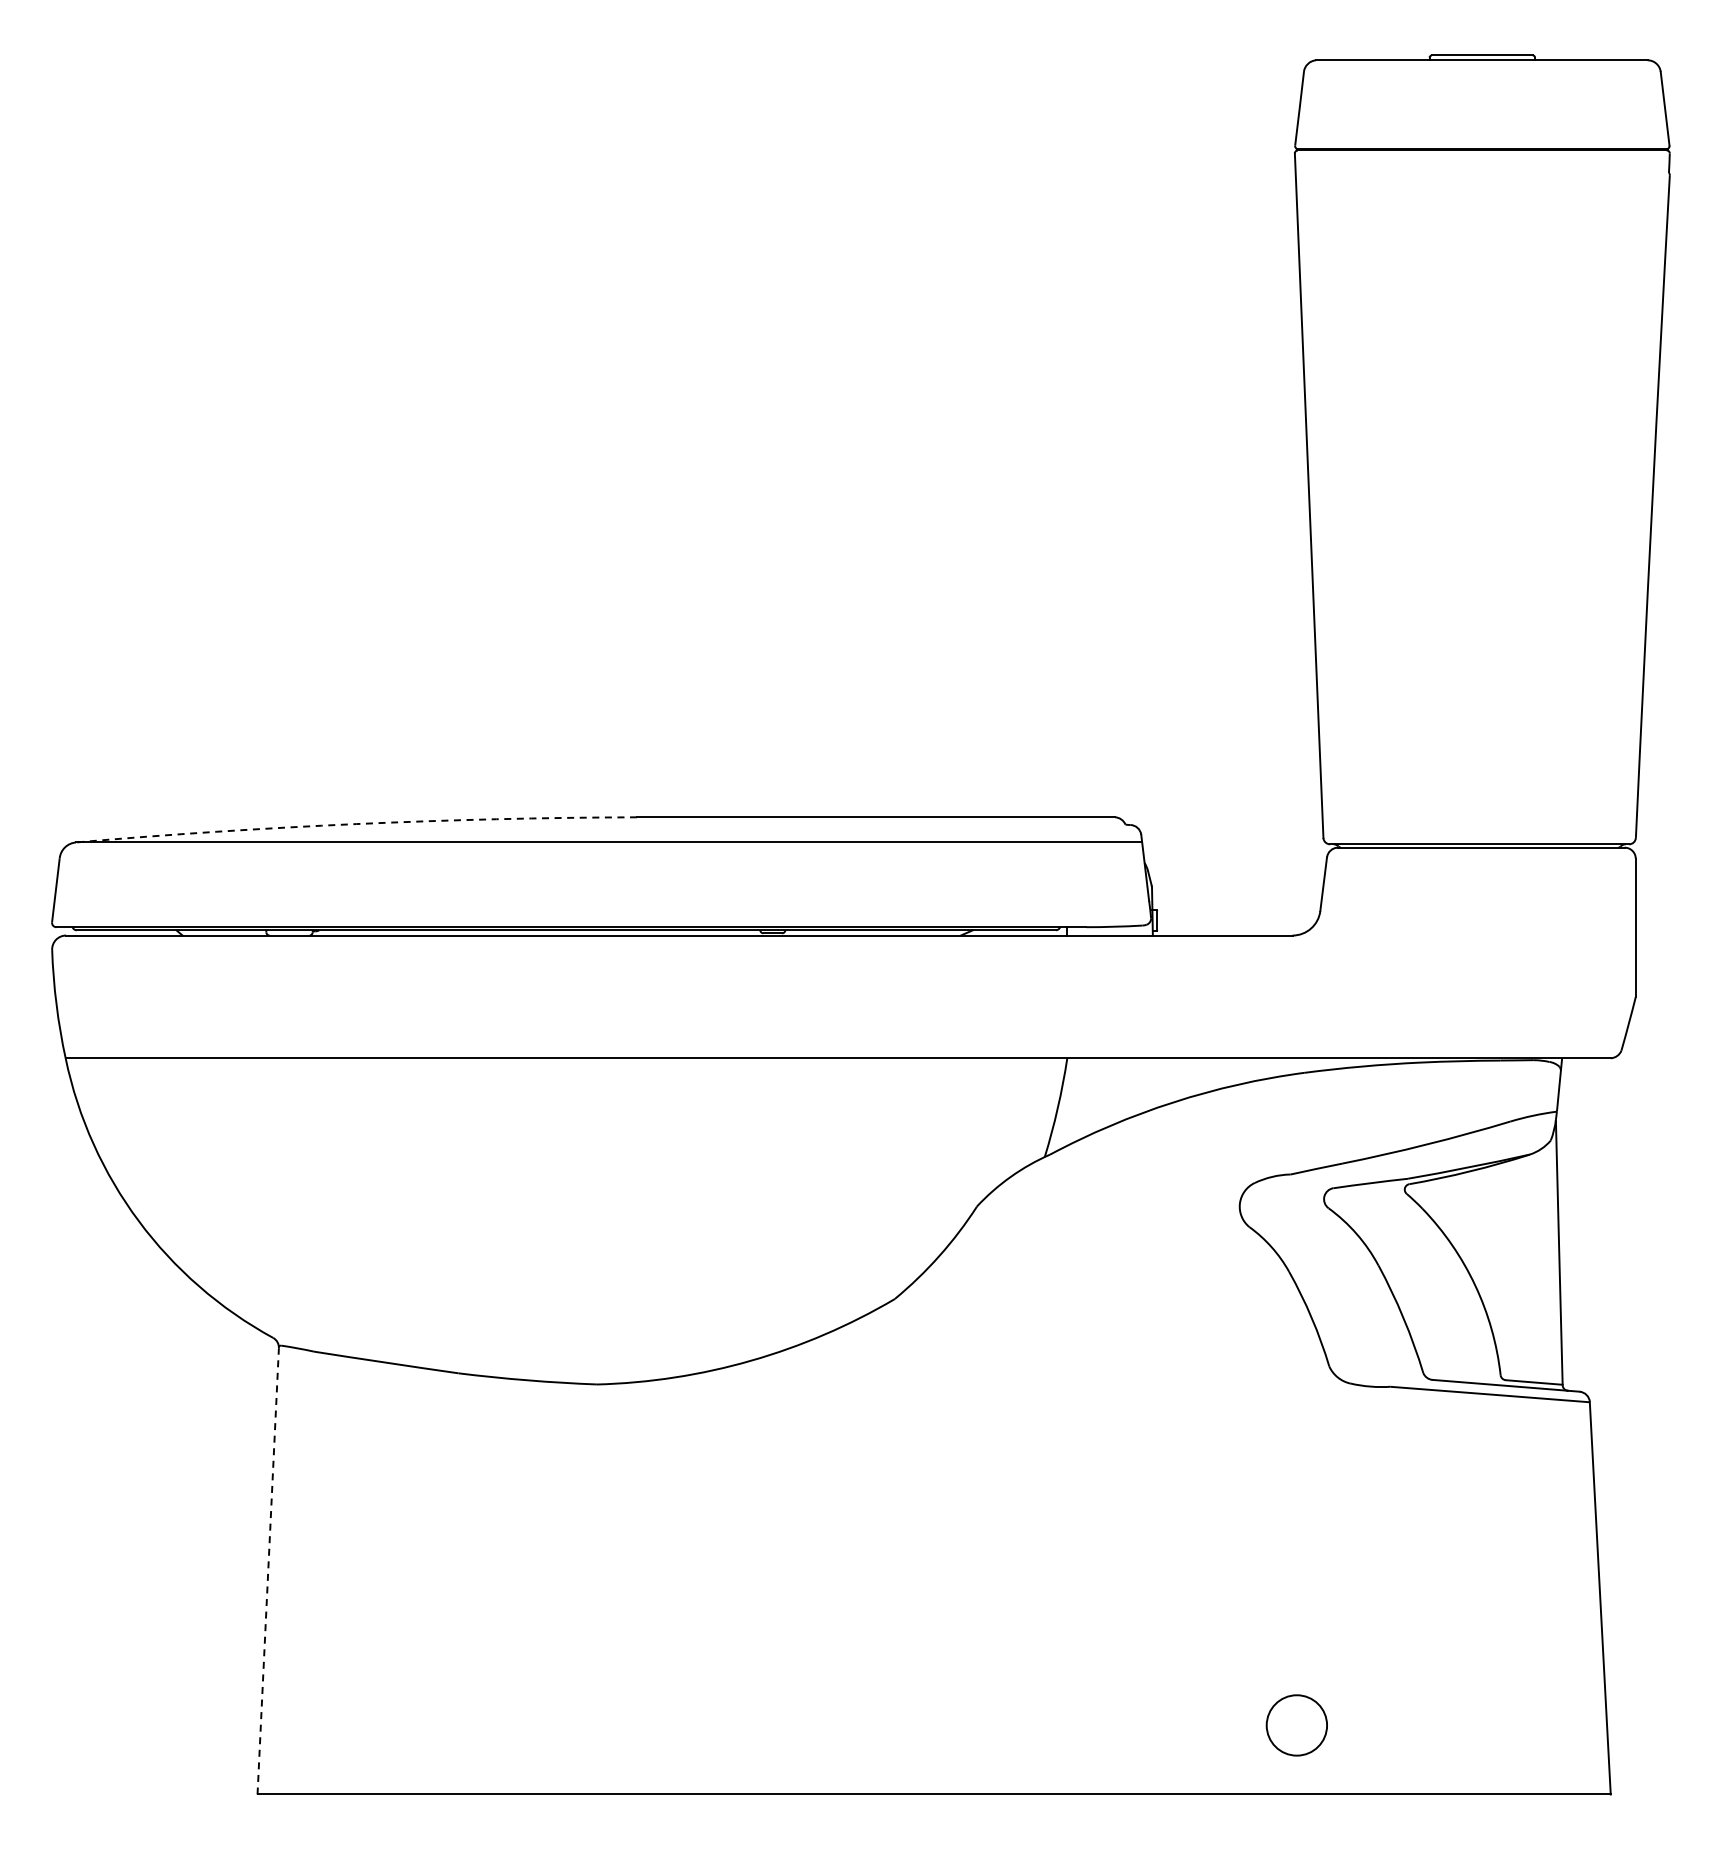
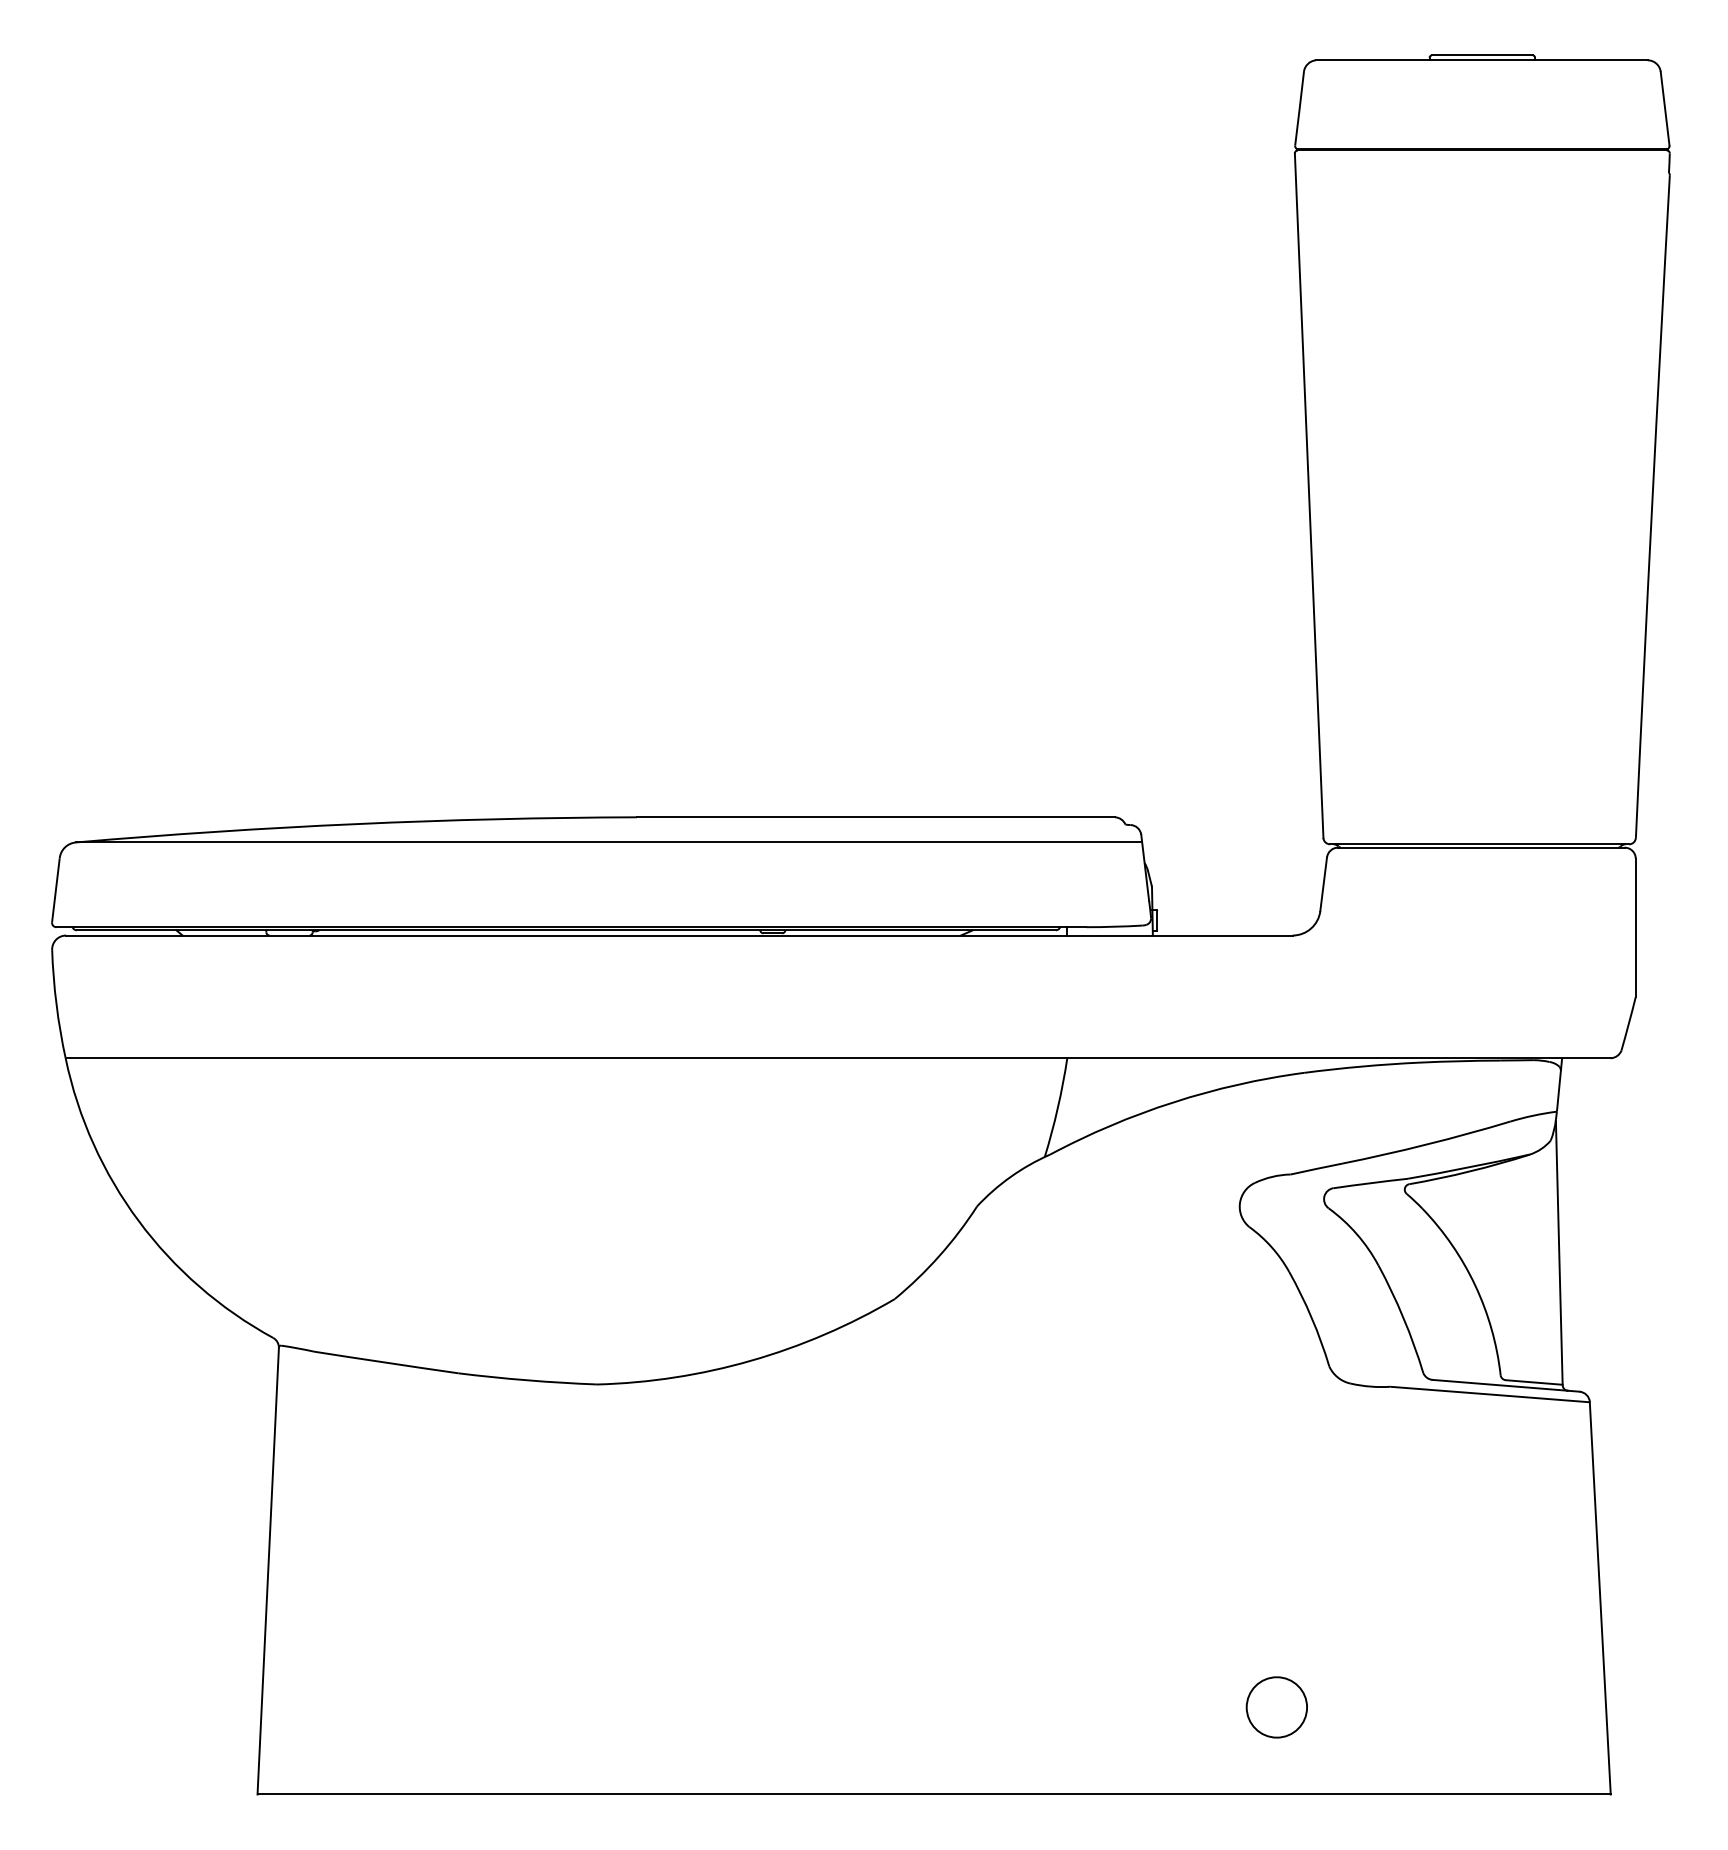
arc at (356, 824): dashed -> solid
line at (268, 1570): dashed -> solid
circle at (1296, 1725) position: (1296, 1725) -> (1276, 1707)
